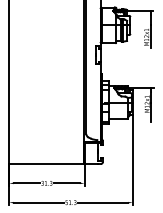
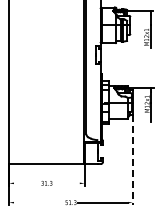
line at (132, 160): solid -> dashed
line at (26, 183): present -> none
line at (66, 183): present -> none
line at (38, 202): present -> none
